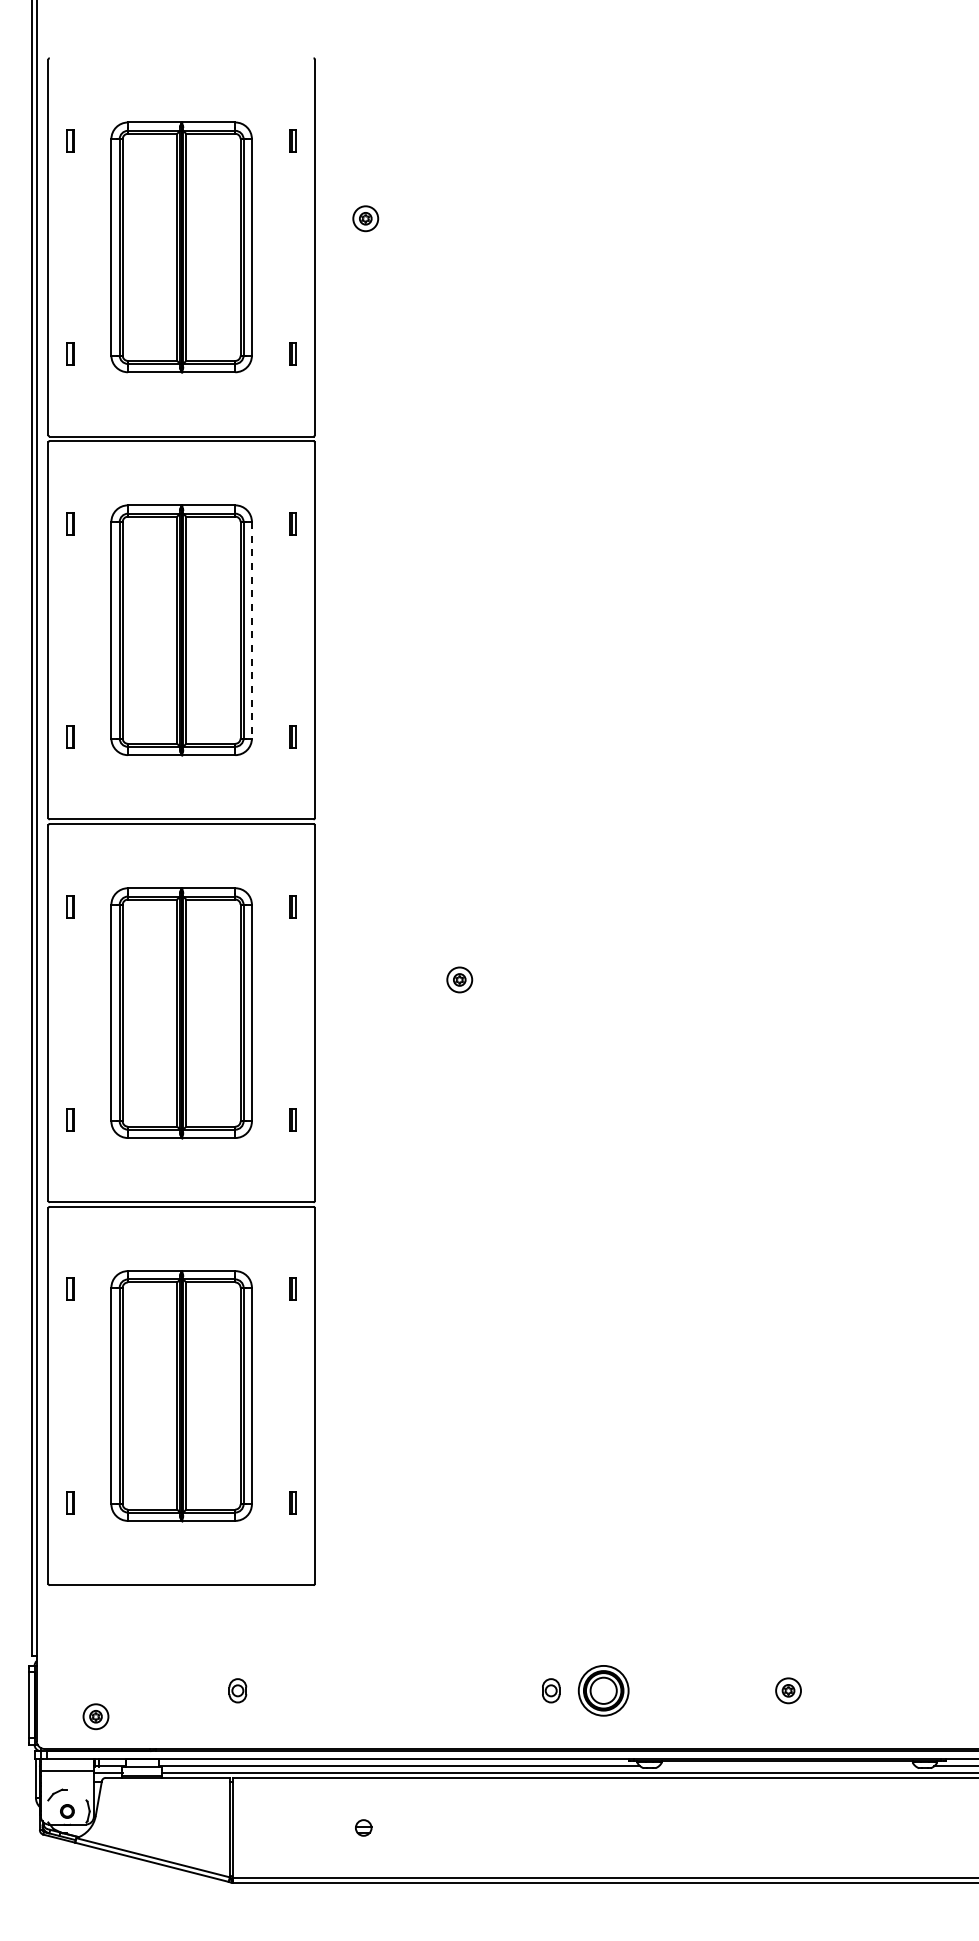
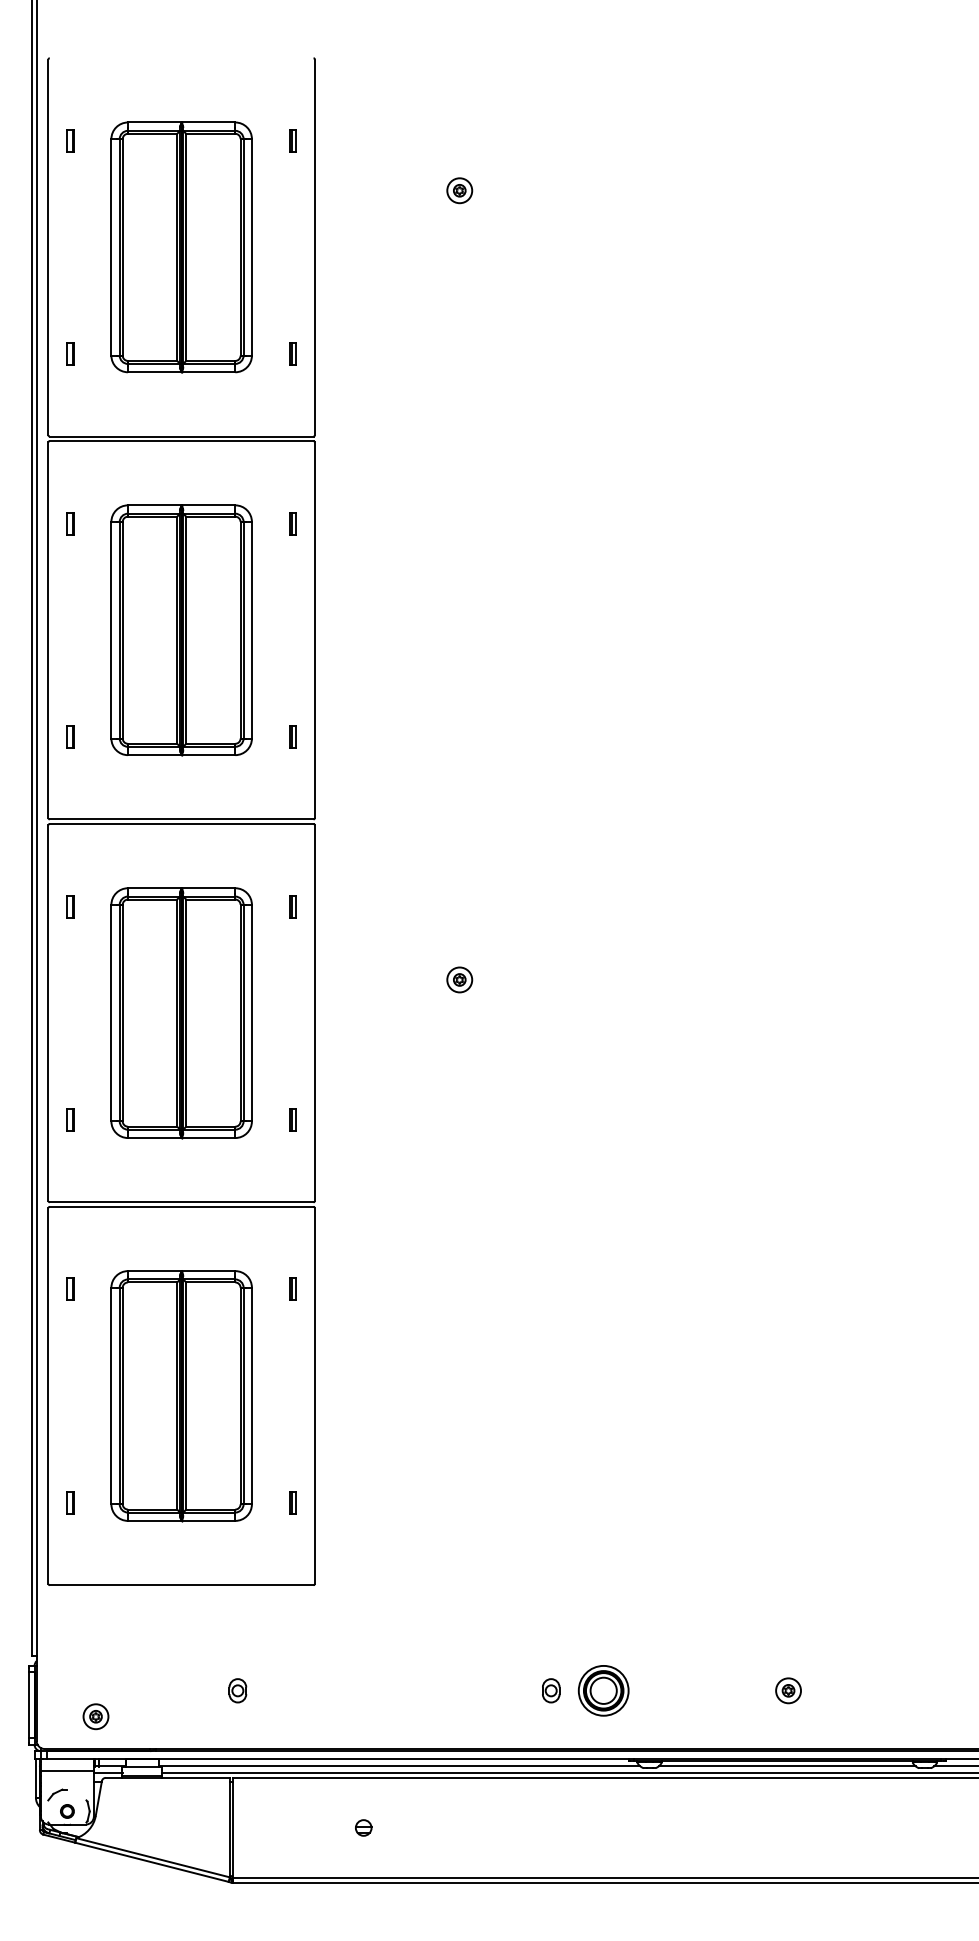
part at (365, 218) position: (365, 218) -> (459, 190)
line at (251, 630): dashed -> solid
line at (786, 1766): none -> present
